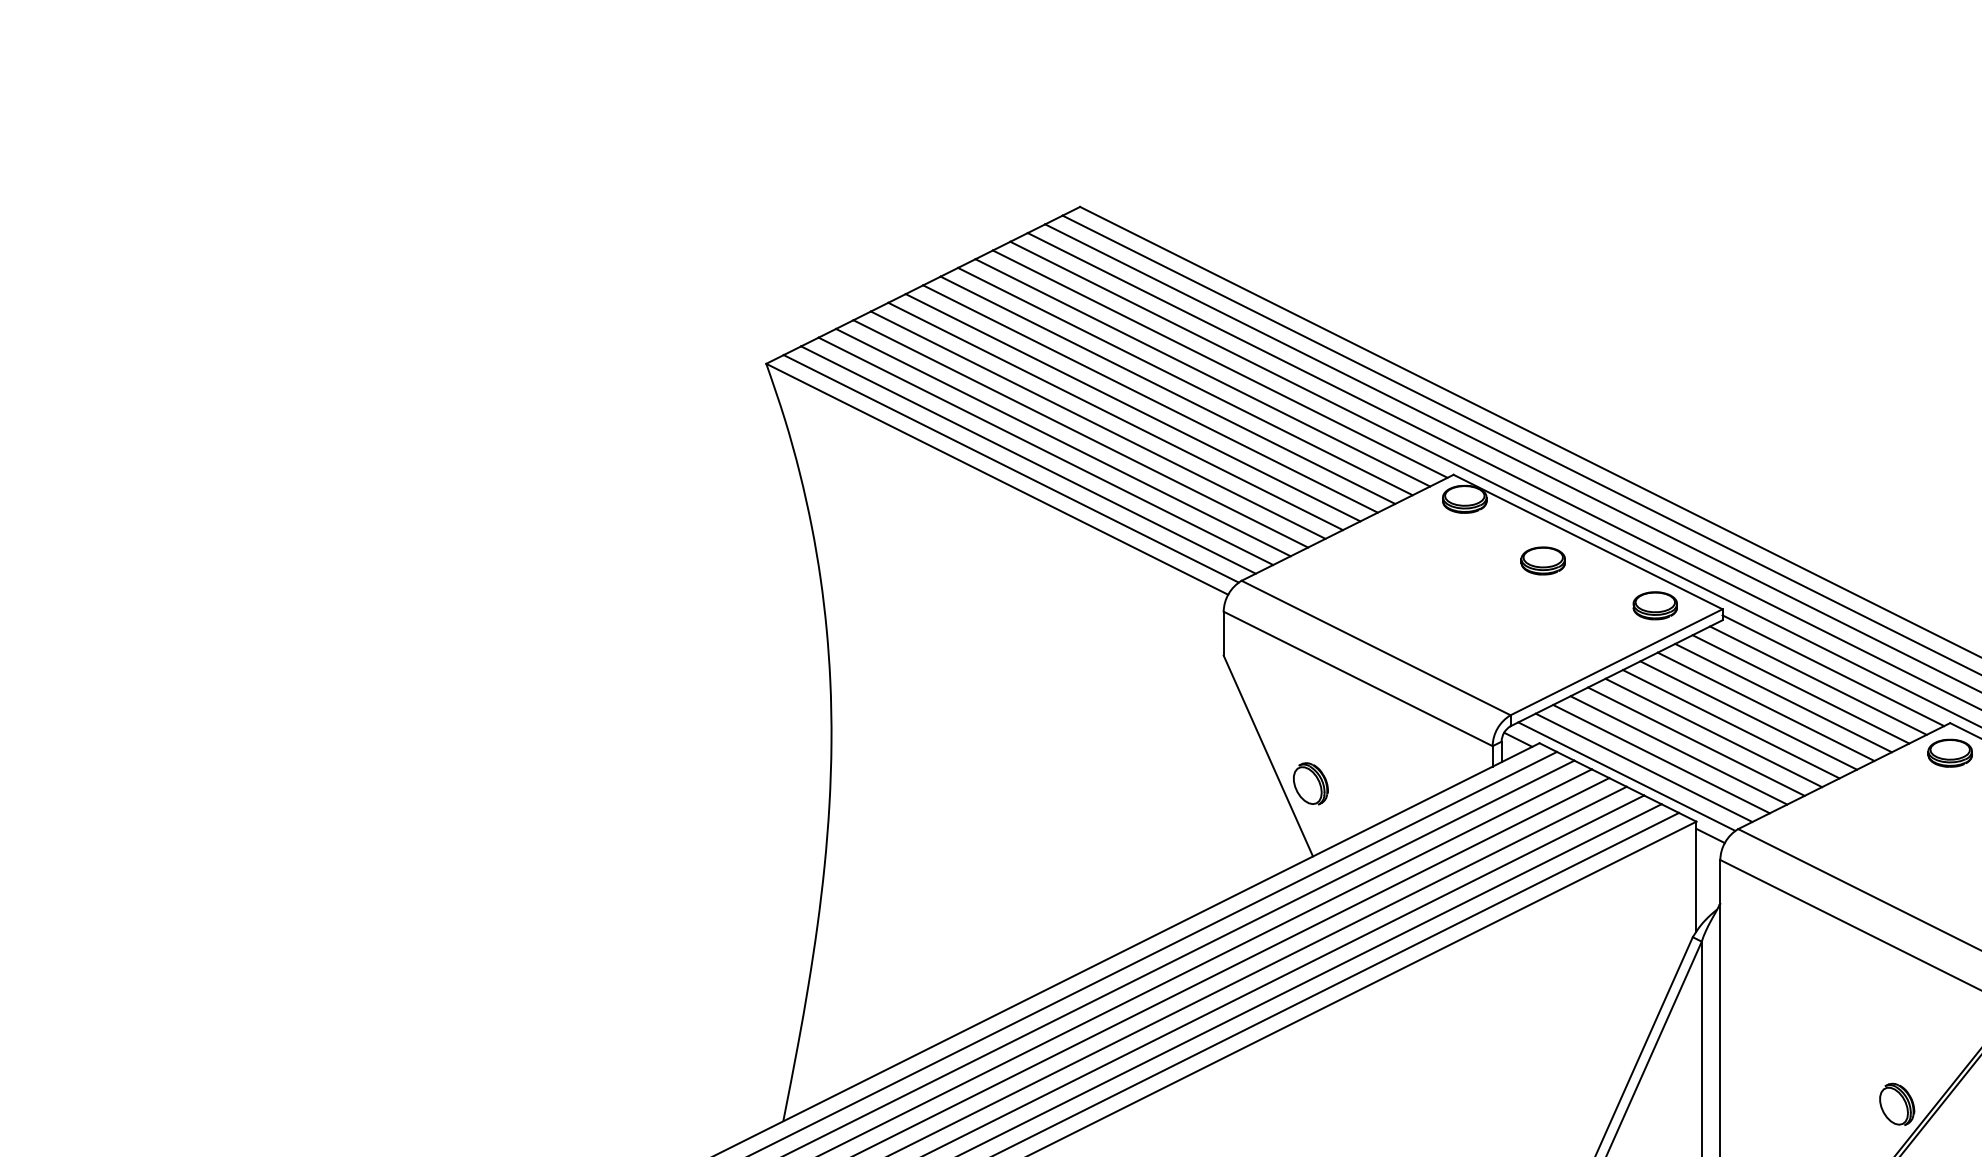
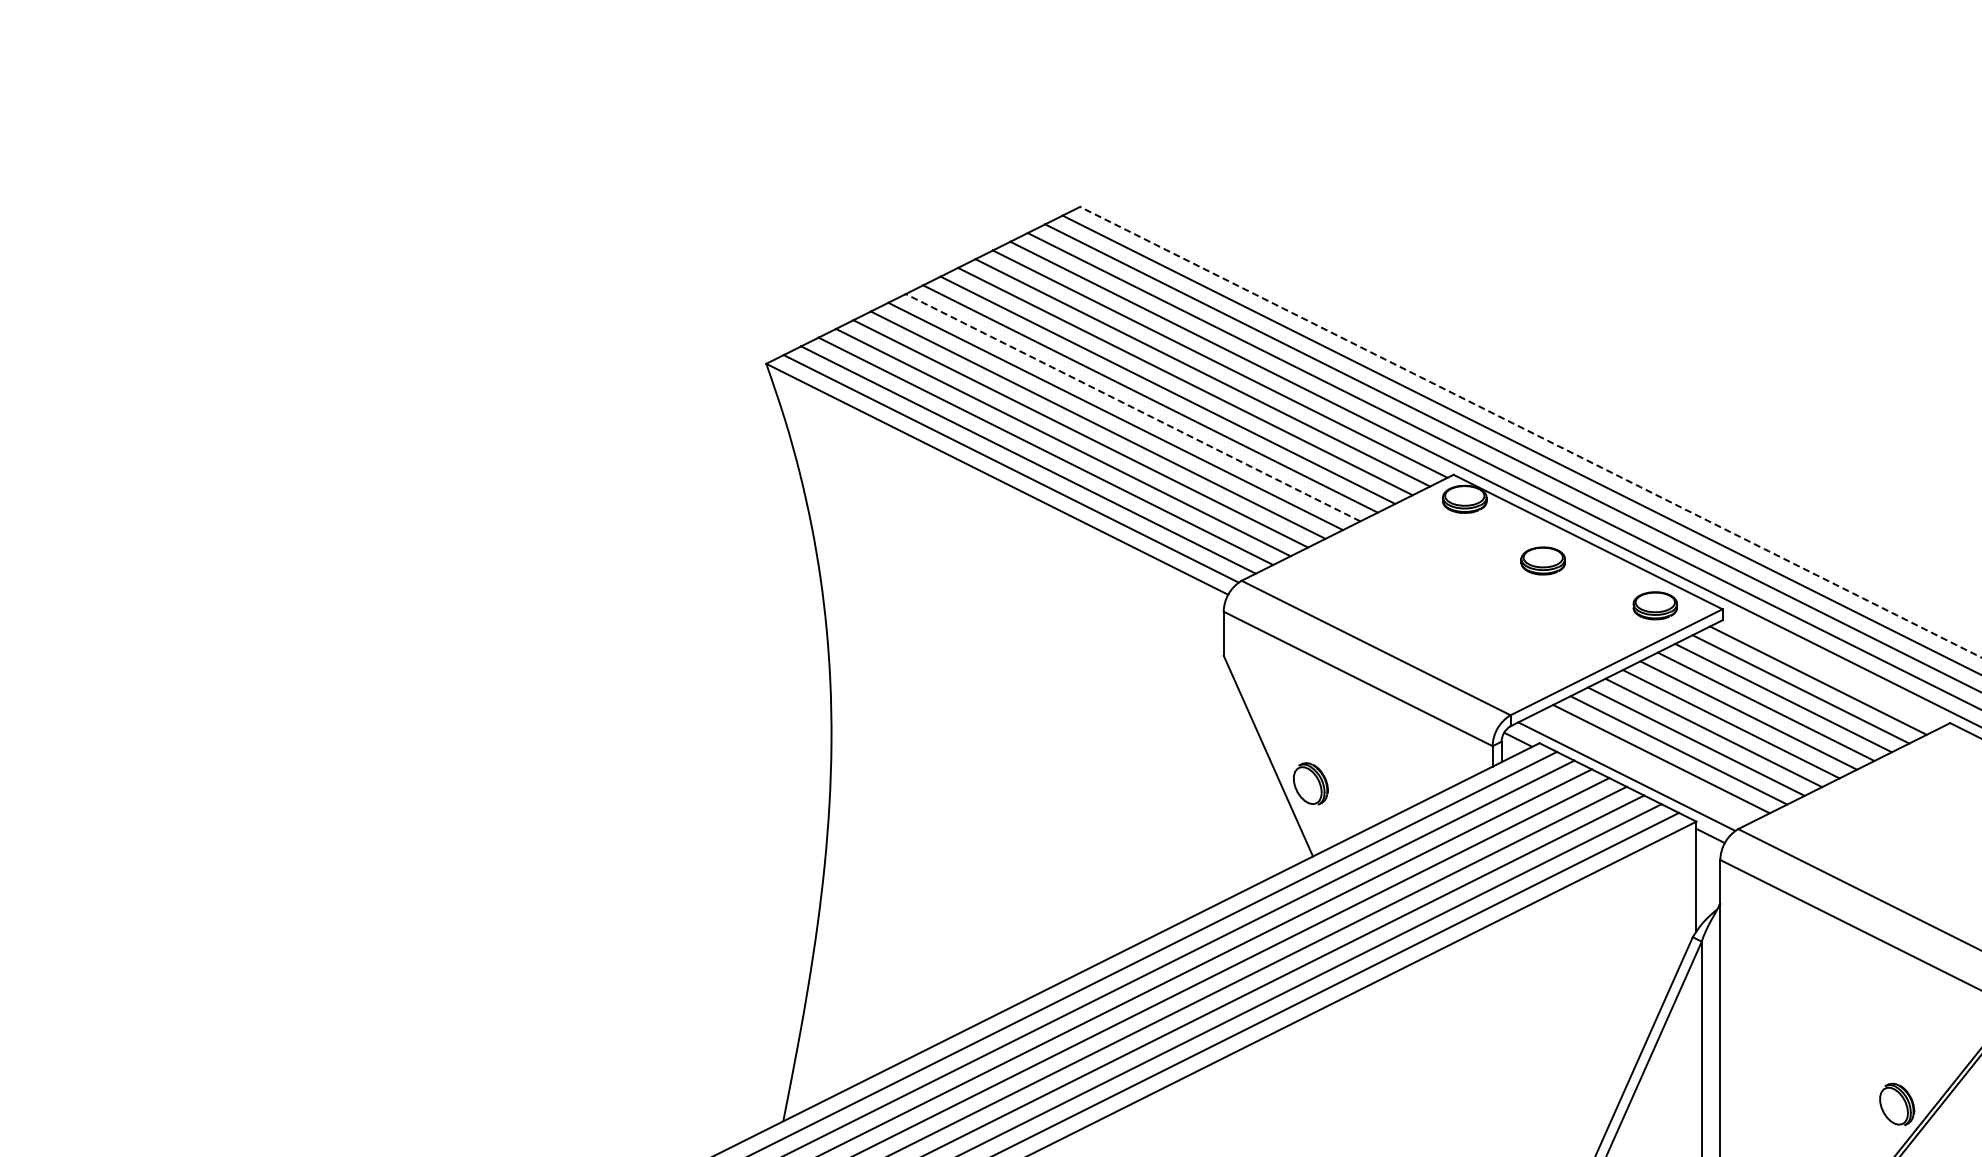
line at (1132, 407): solid -> dashed
line at (1530, 432): solid -> dashed
line at (1833, 670): present -> none
part at (1949, 752): present -> none
line at (1643, 767): present -> none
